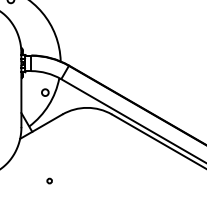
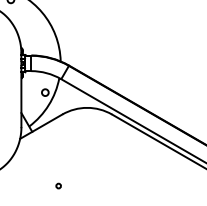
circle at (49, 180) position: (49, 180) -> (58, 185)
